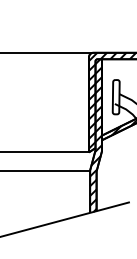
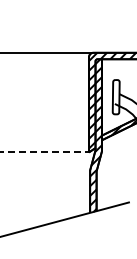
line at (45, 152): solid -> dashed
line at (46, 170): present -> none
